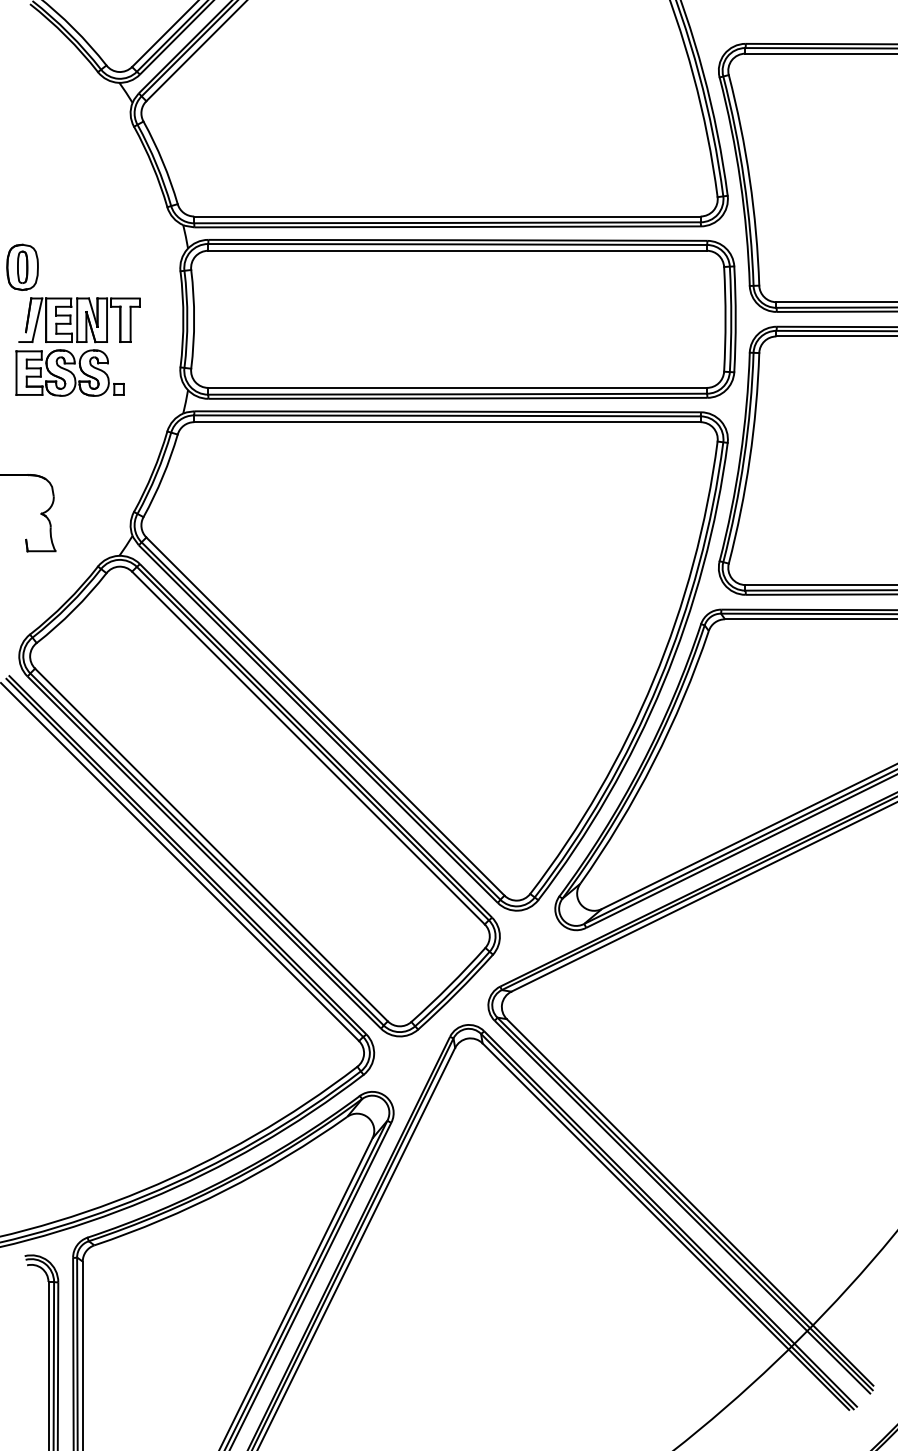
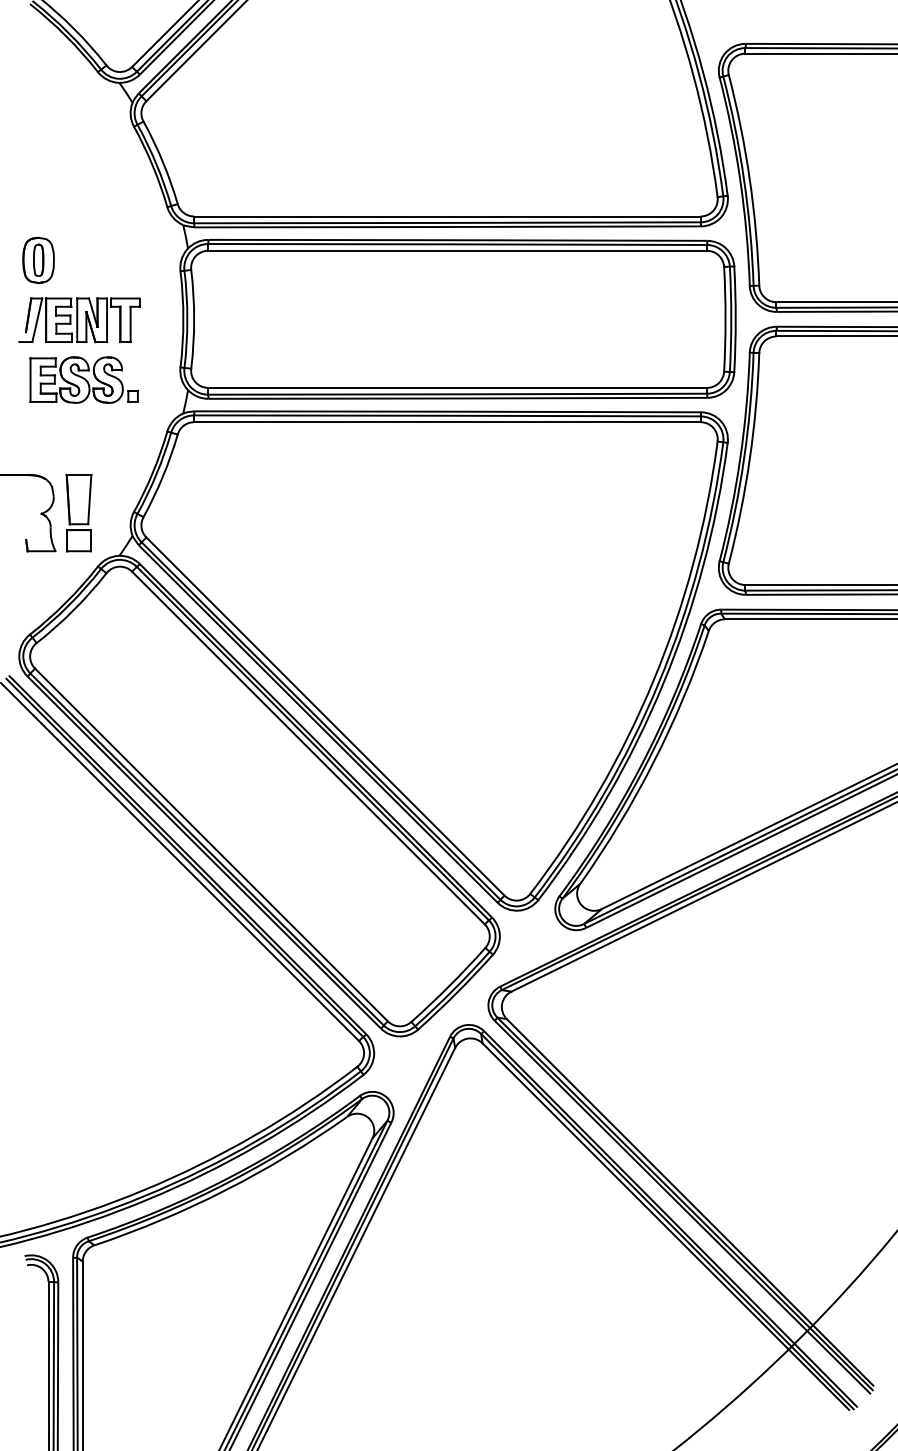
part at (22, 266) position: (22, 266) -> (38, 259)
part at (69, 372) position: (69, 372) -> (83, 379)
part at (78, 513): none -> present
